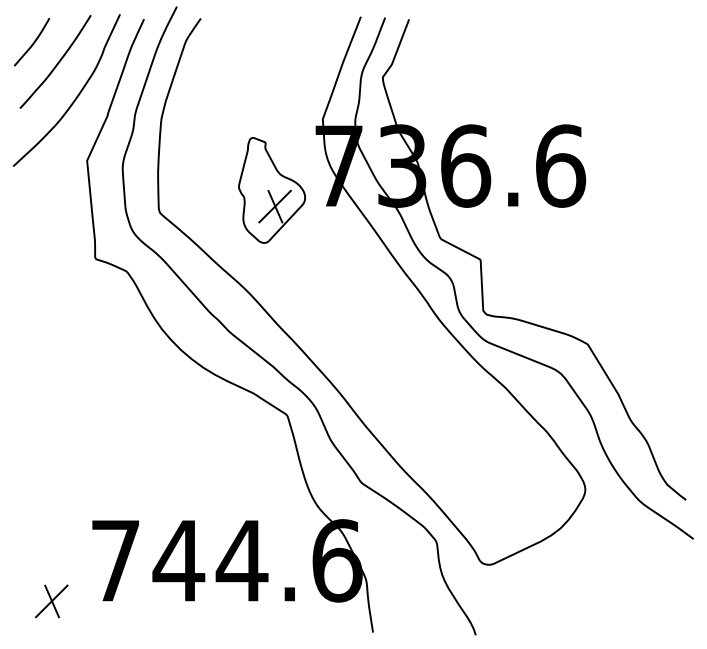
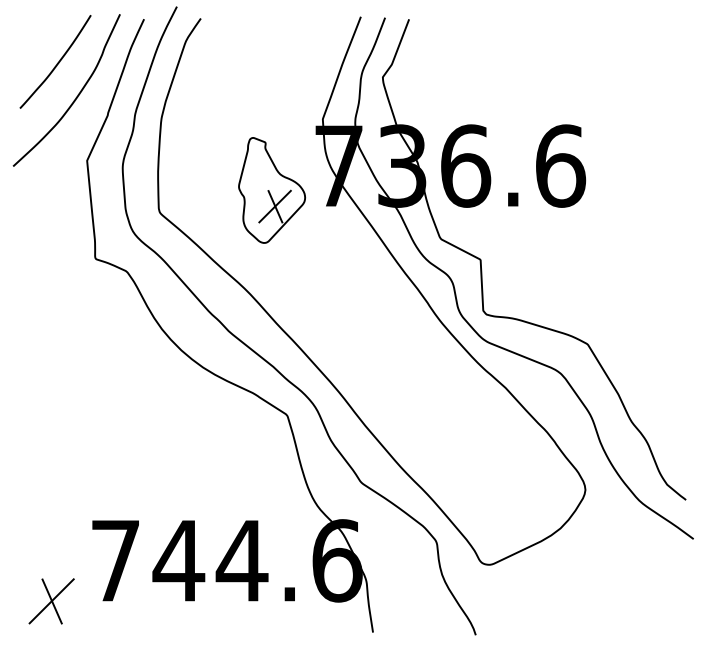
curve at (32, 43): present -> none
part at (51, 601) size: 34x35 px -> 47x47 px
